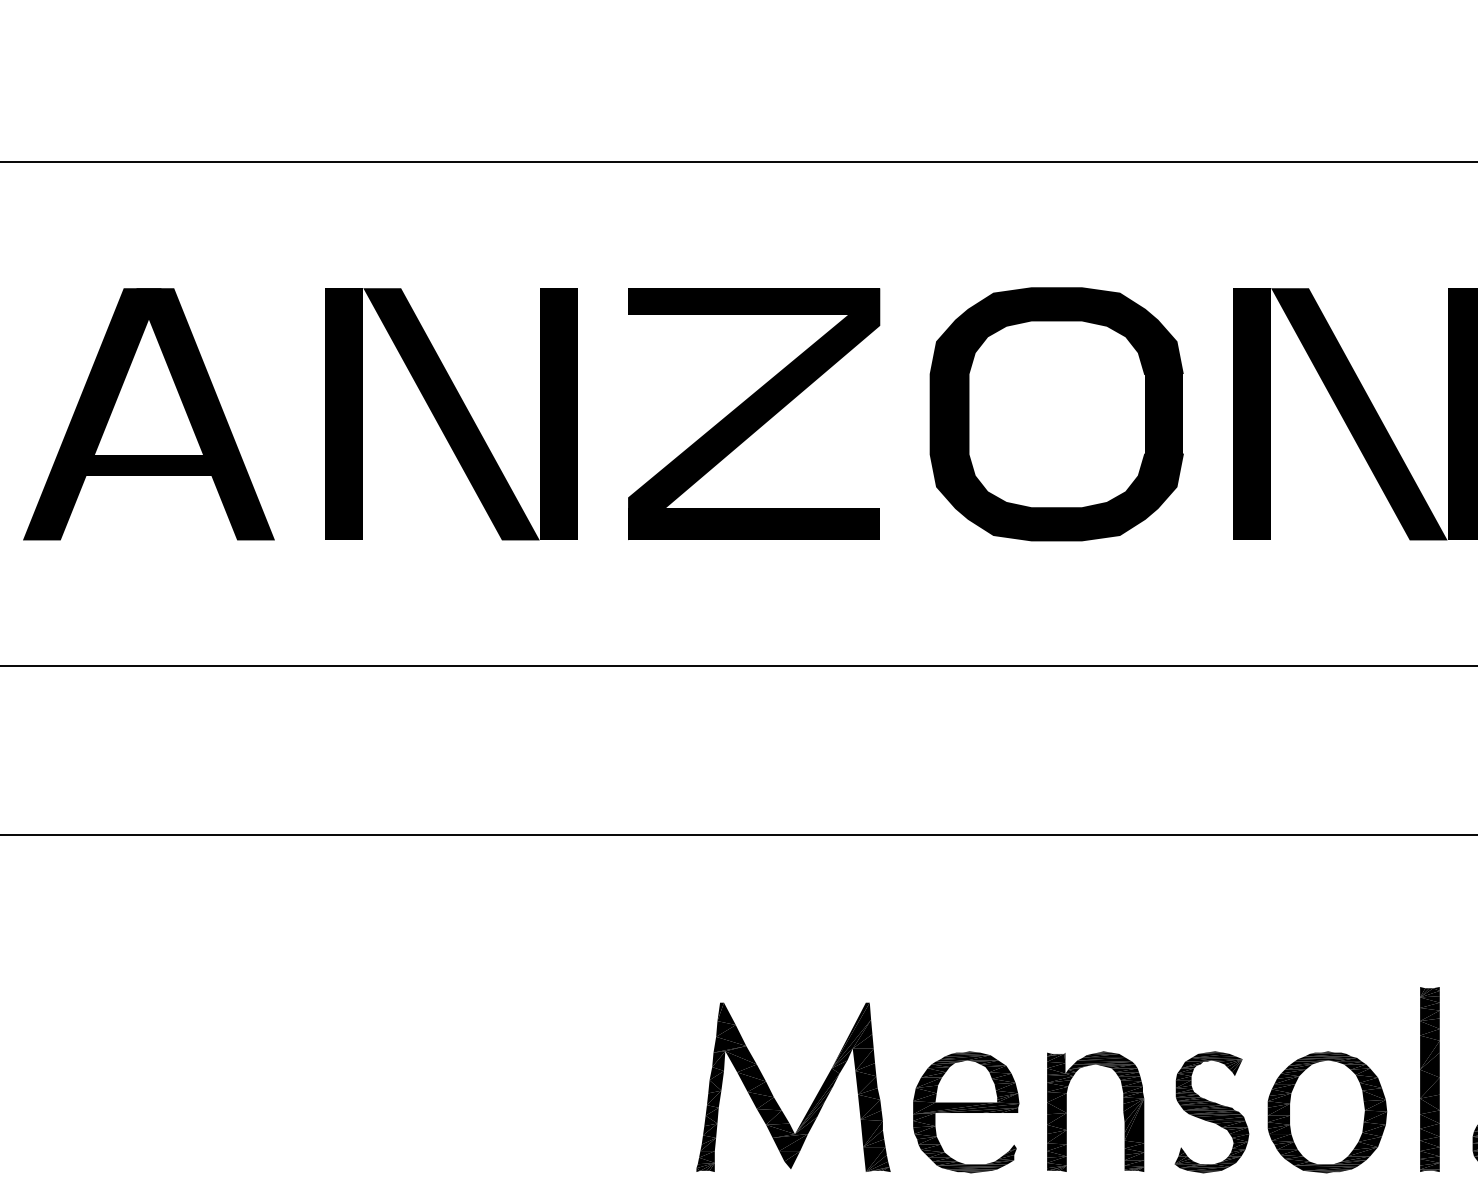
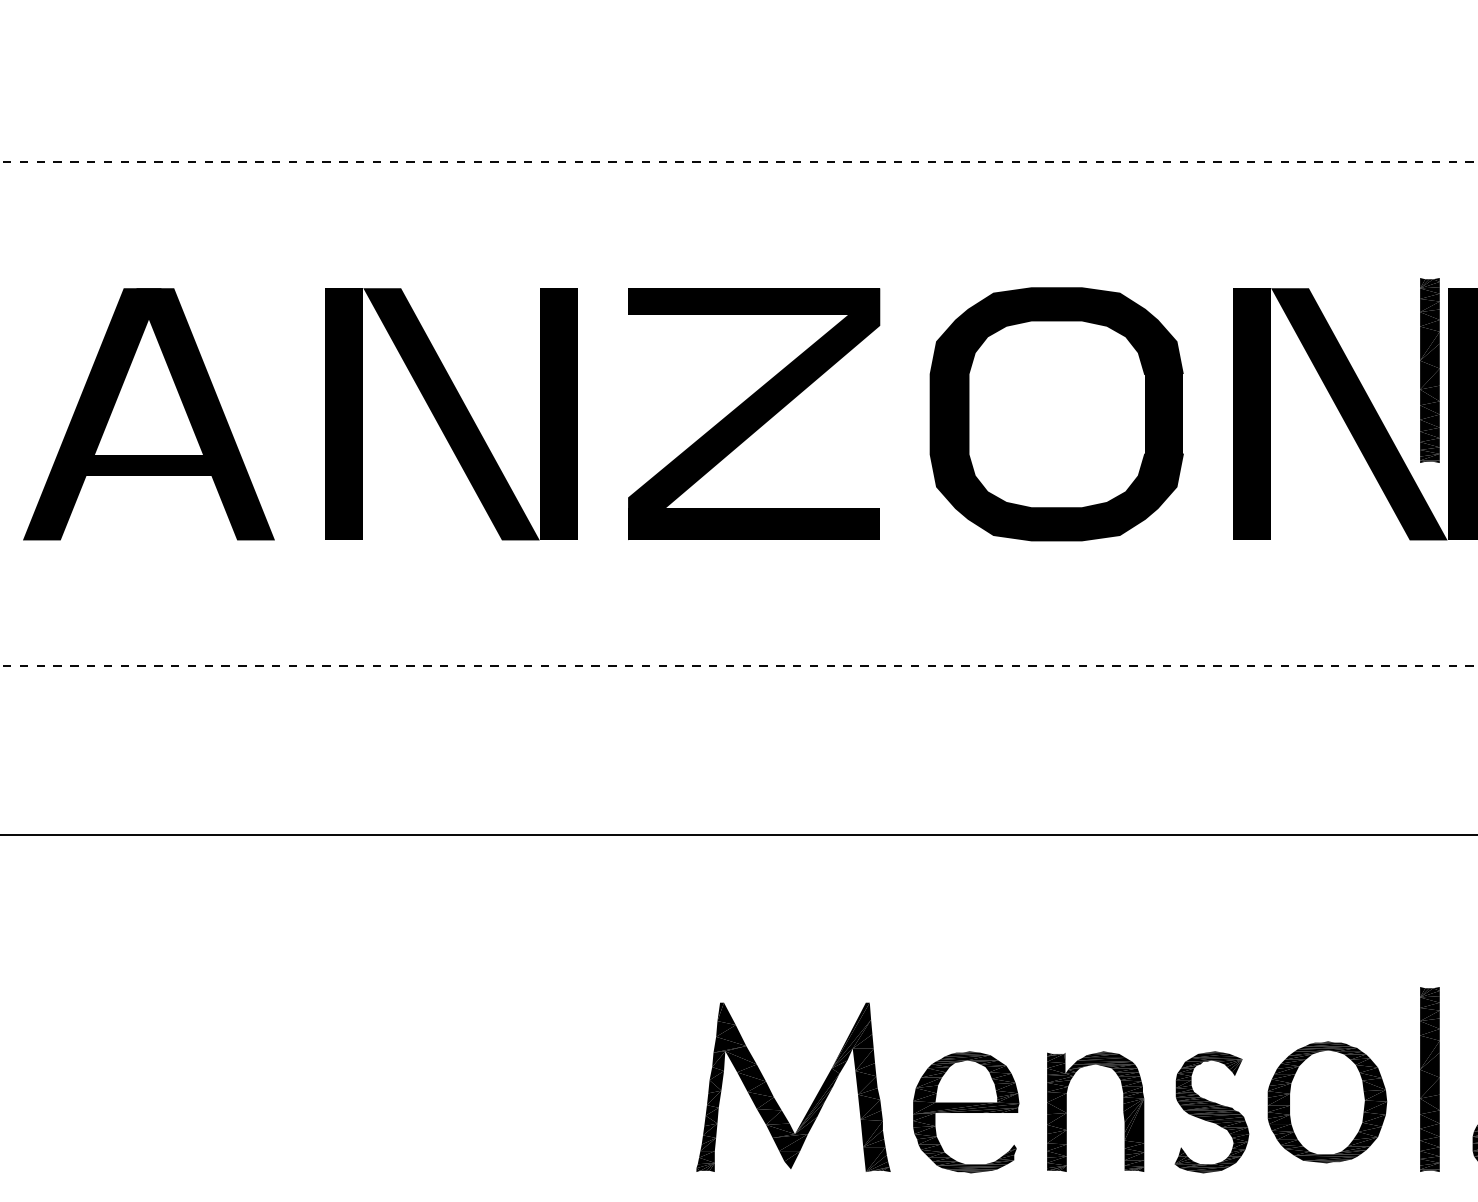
line at (739, 162): solid -> dashed
part at (1429, 370): none -> present
line at (739, 666): solid -> dashed
part at (1327, 1112) position: (1327, 1112) -> (1327, 1102)
